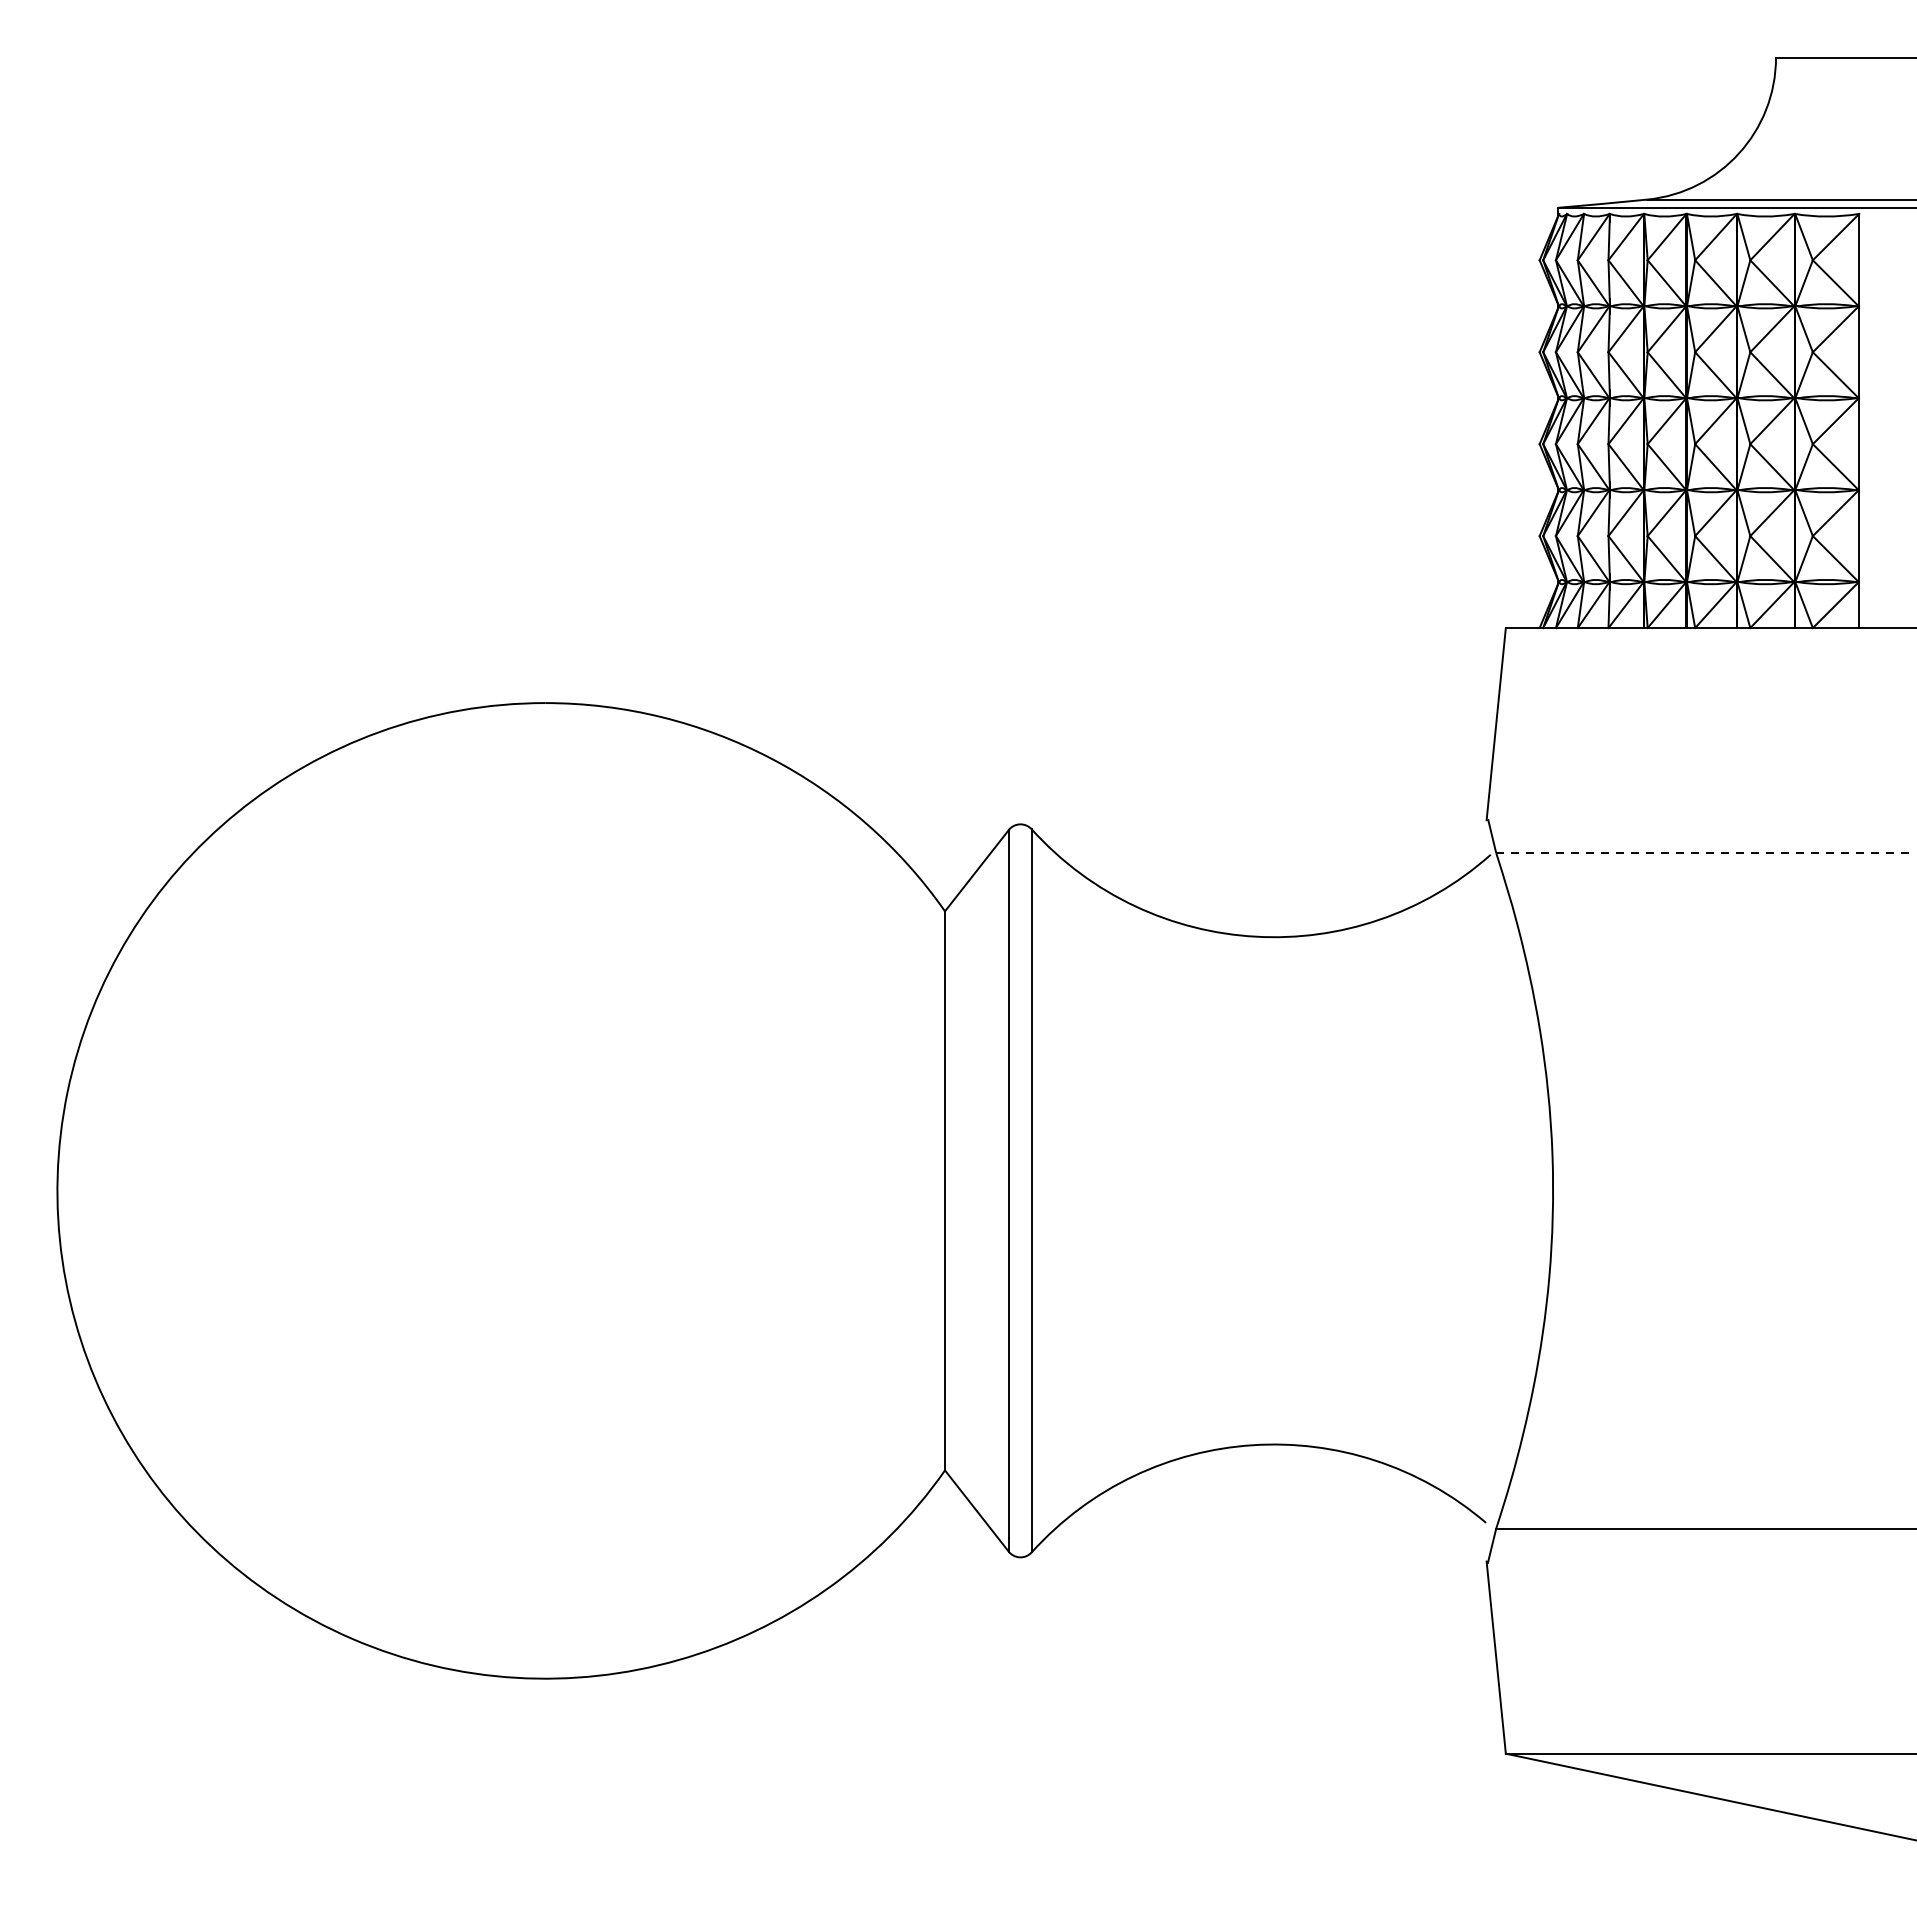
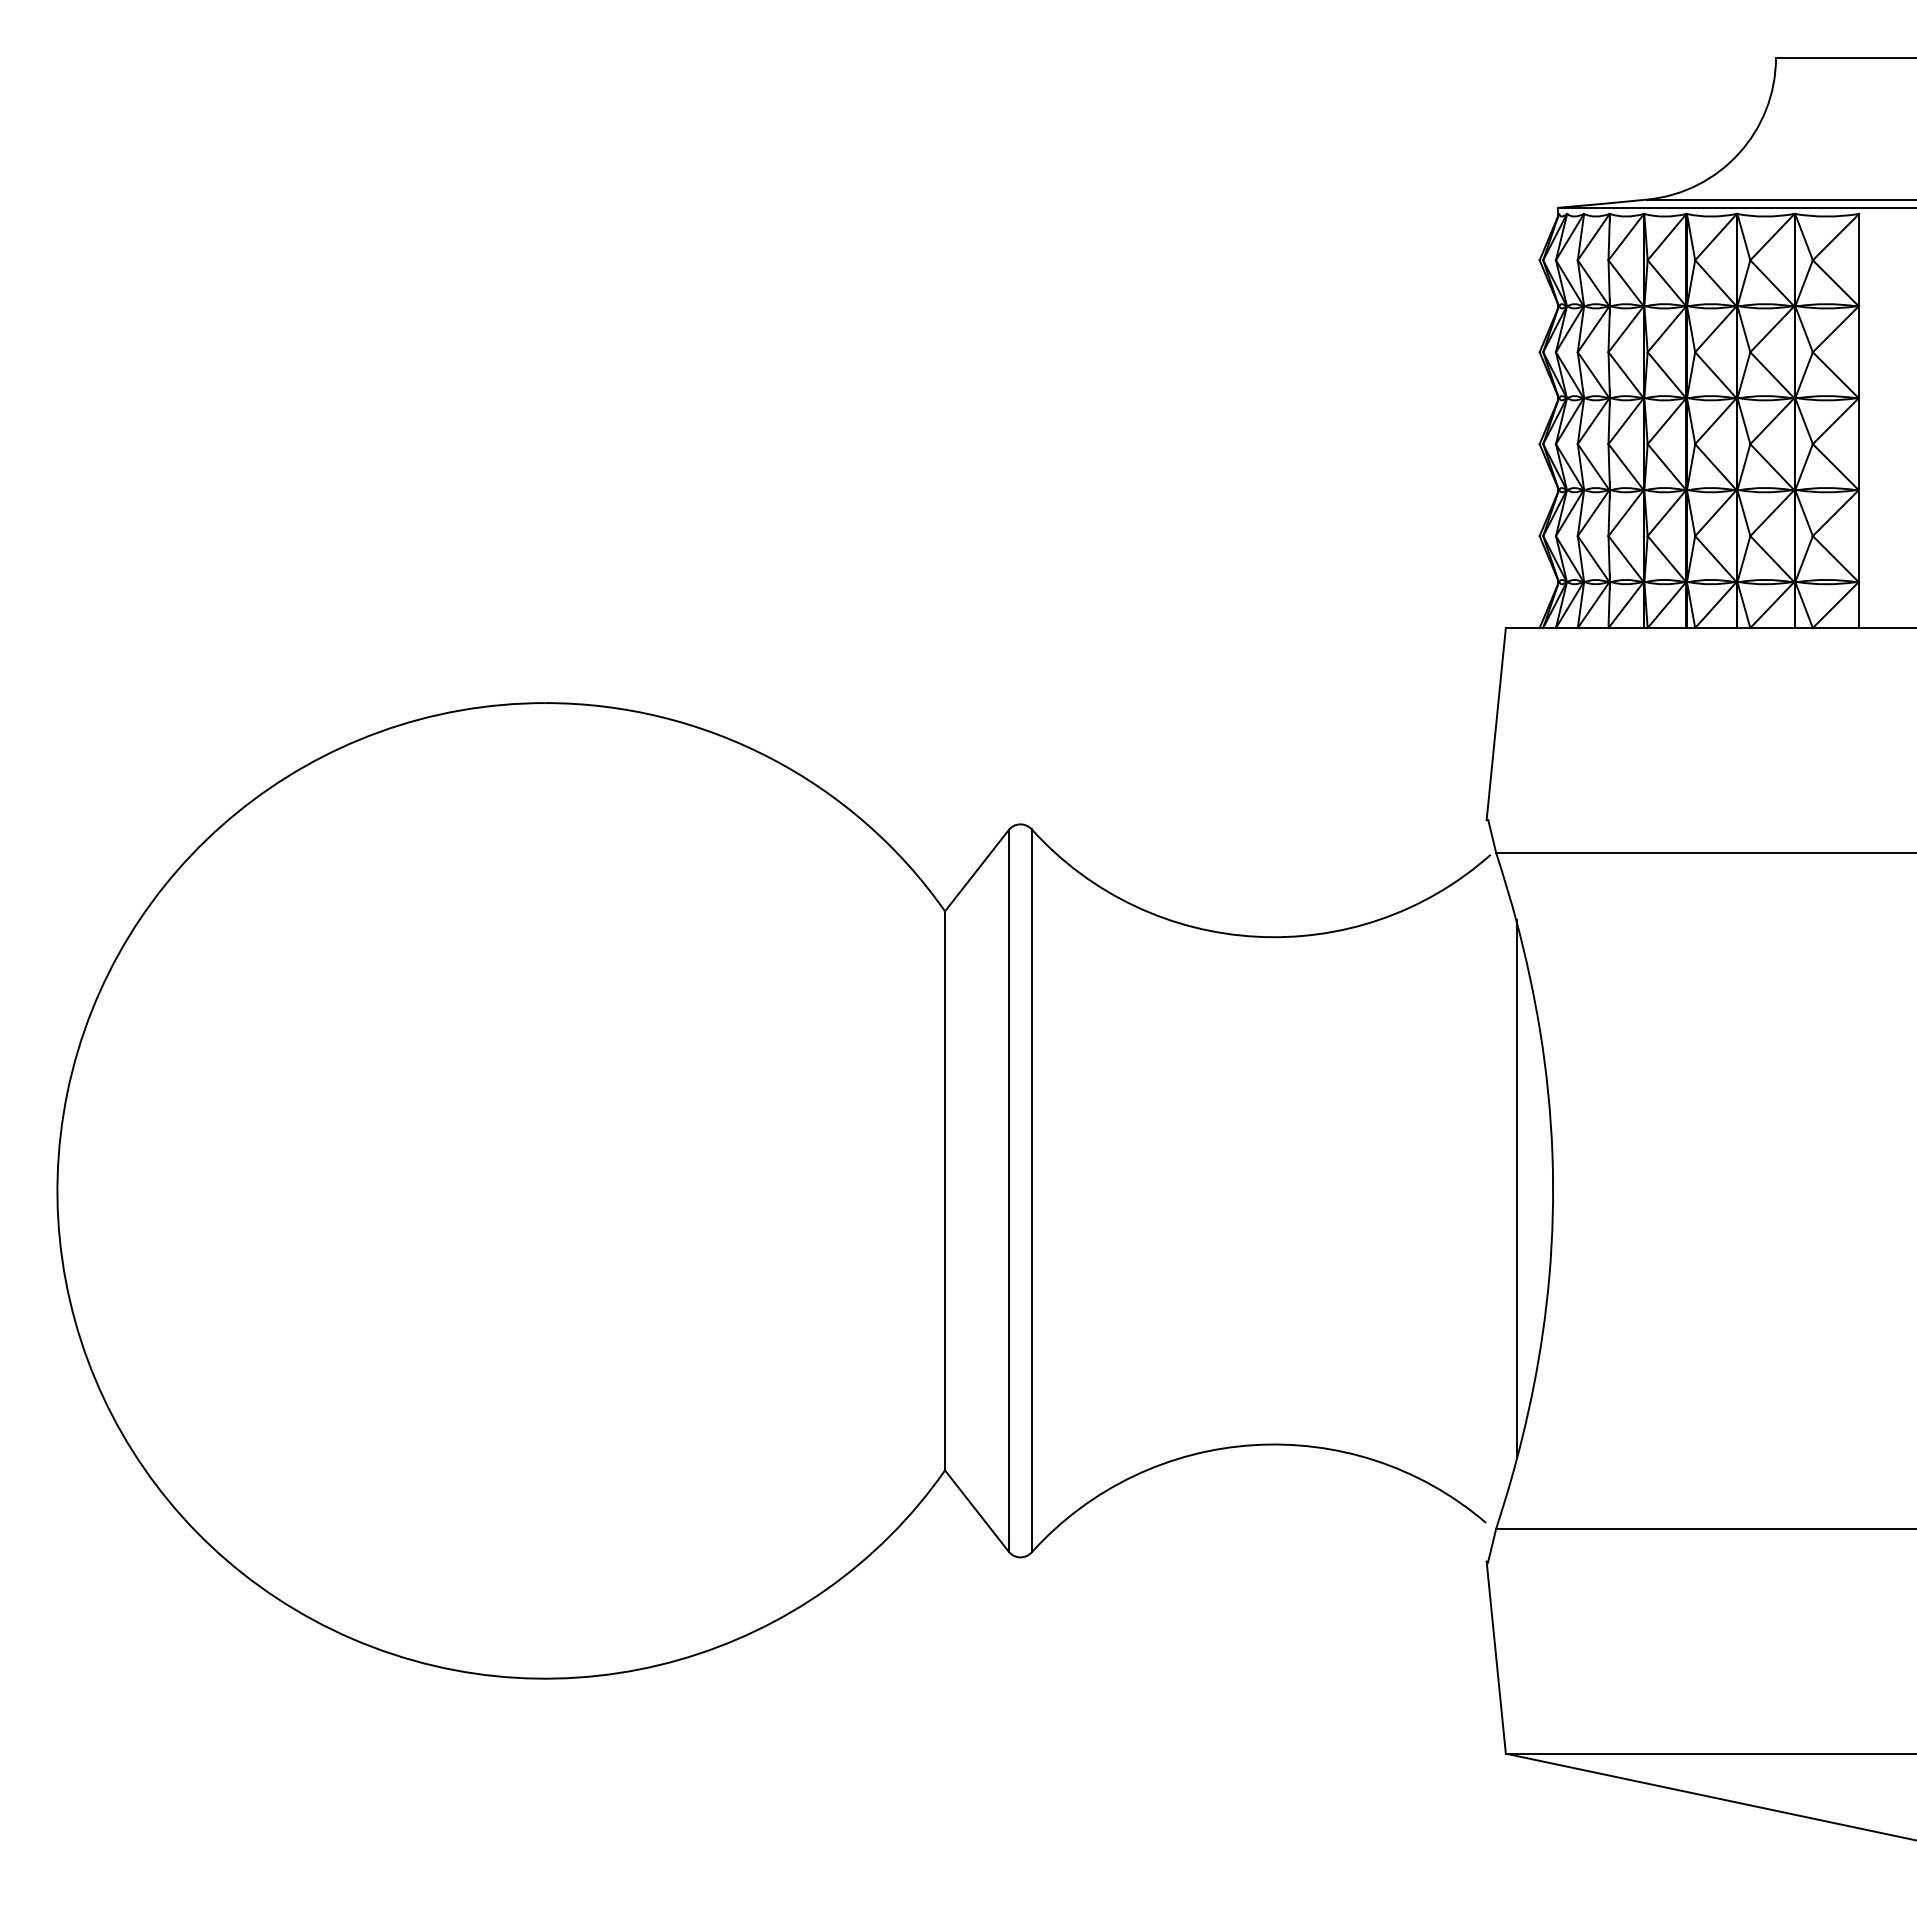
line at (1707, 853): dashed -> solid
line at (1517, 1188): none -> present
